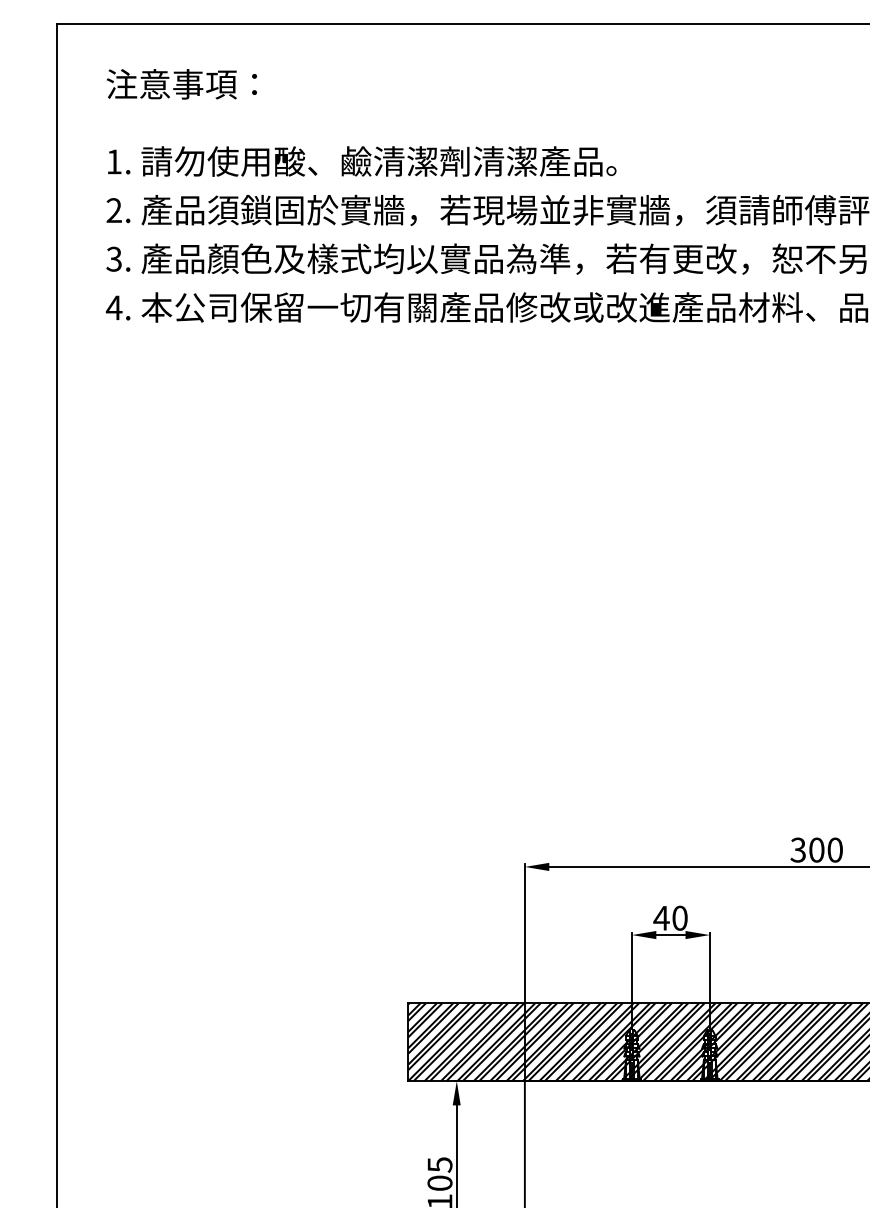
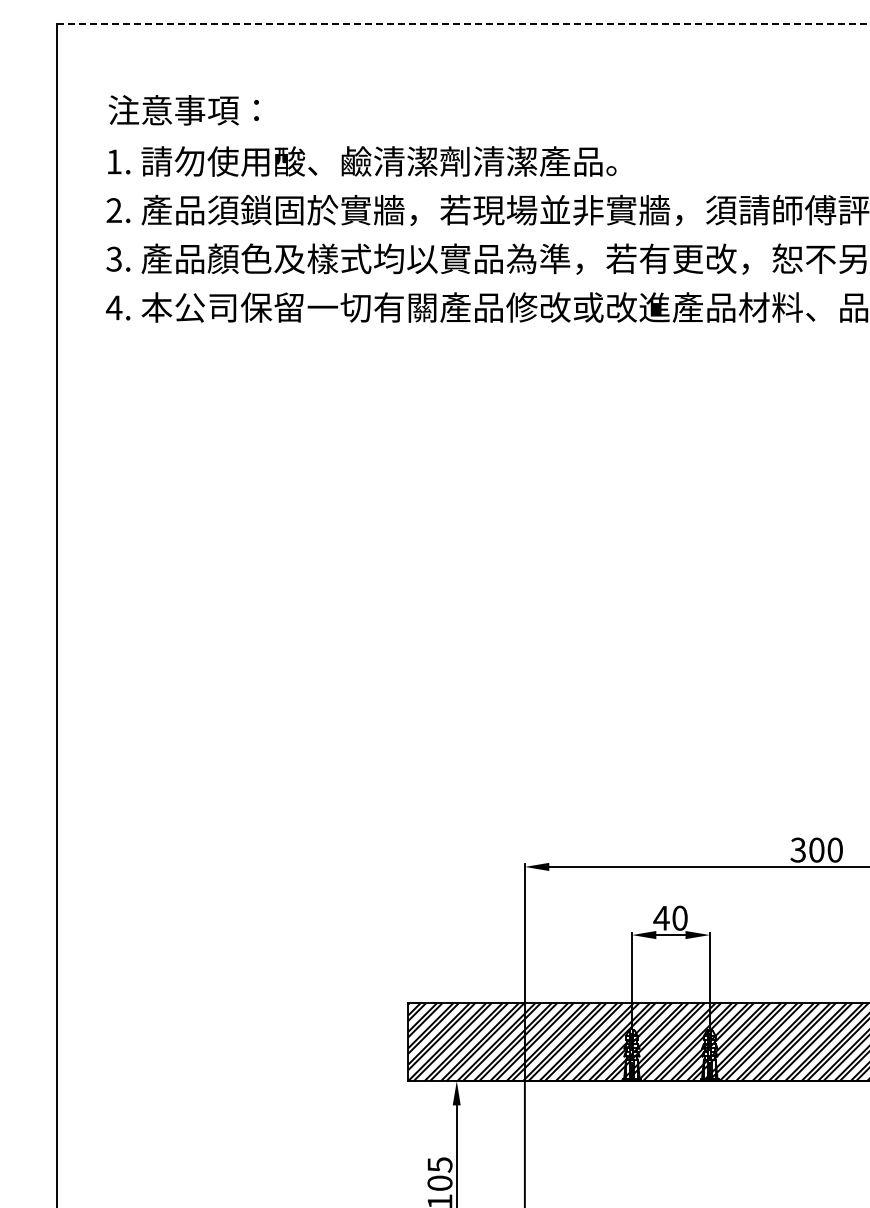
line at (463, 23): solid -> dashed
text at (181, 84) position: (181, 84) -> (183, 110)
